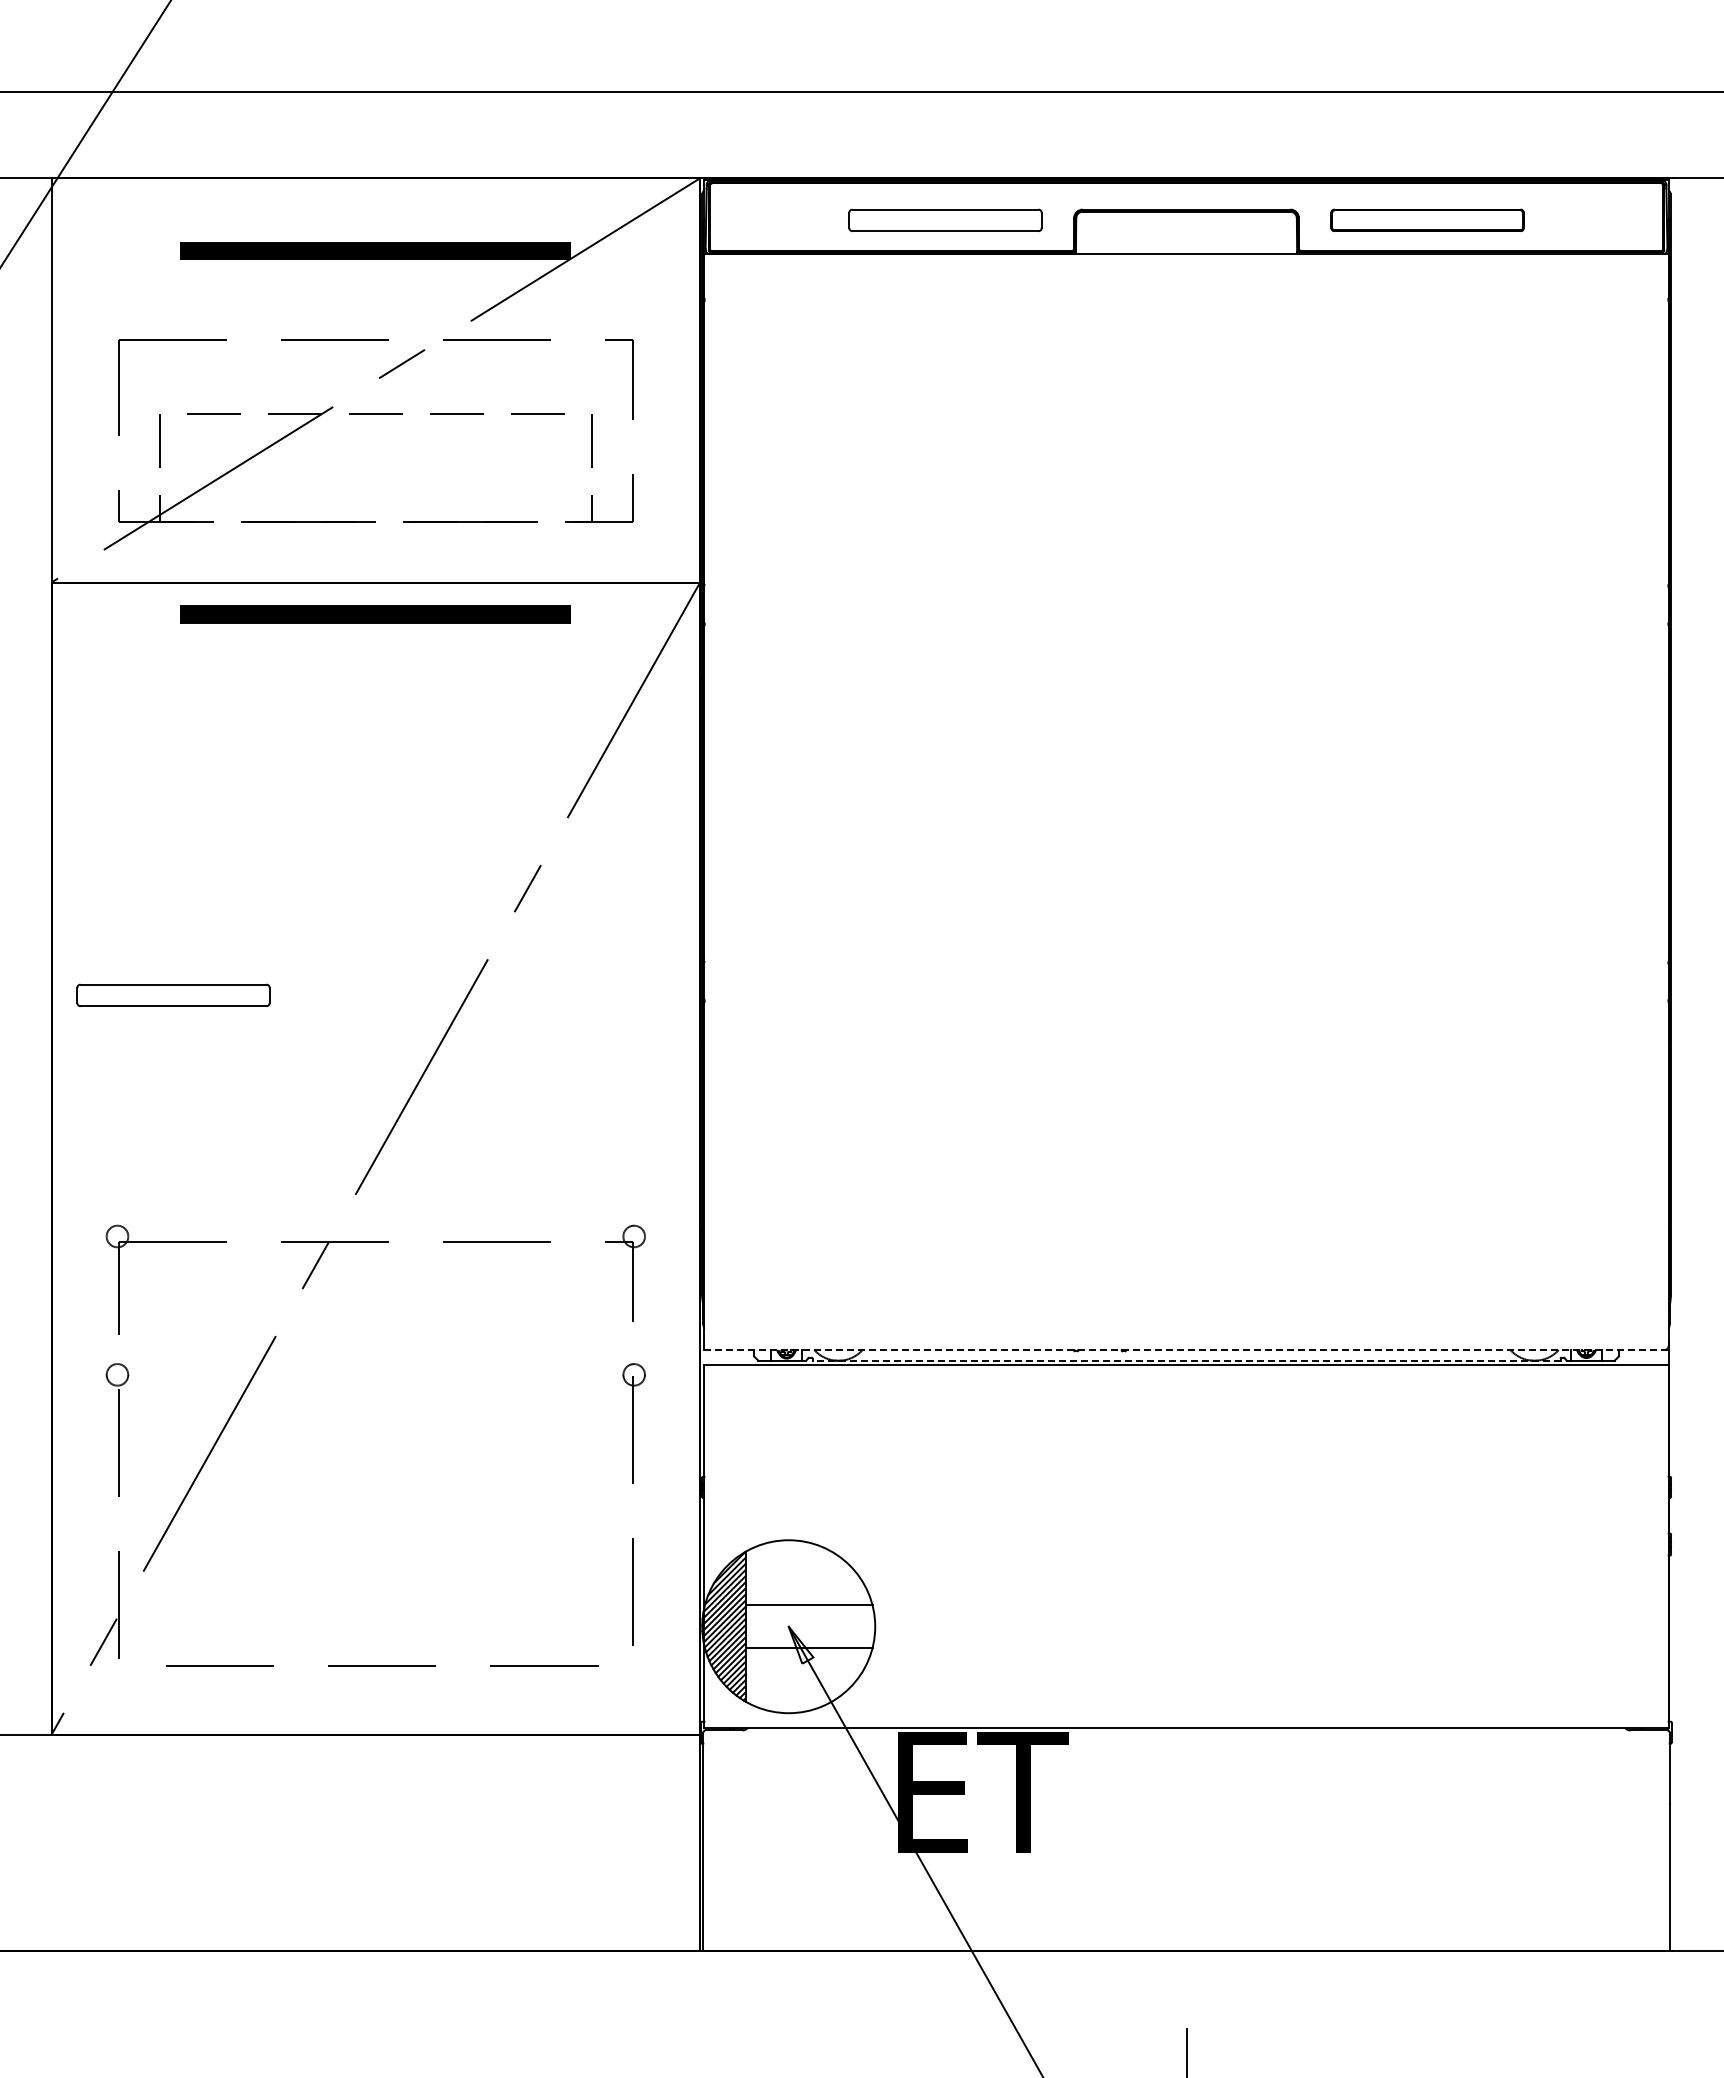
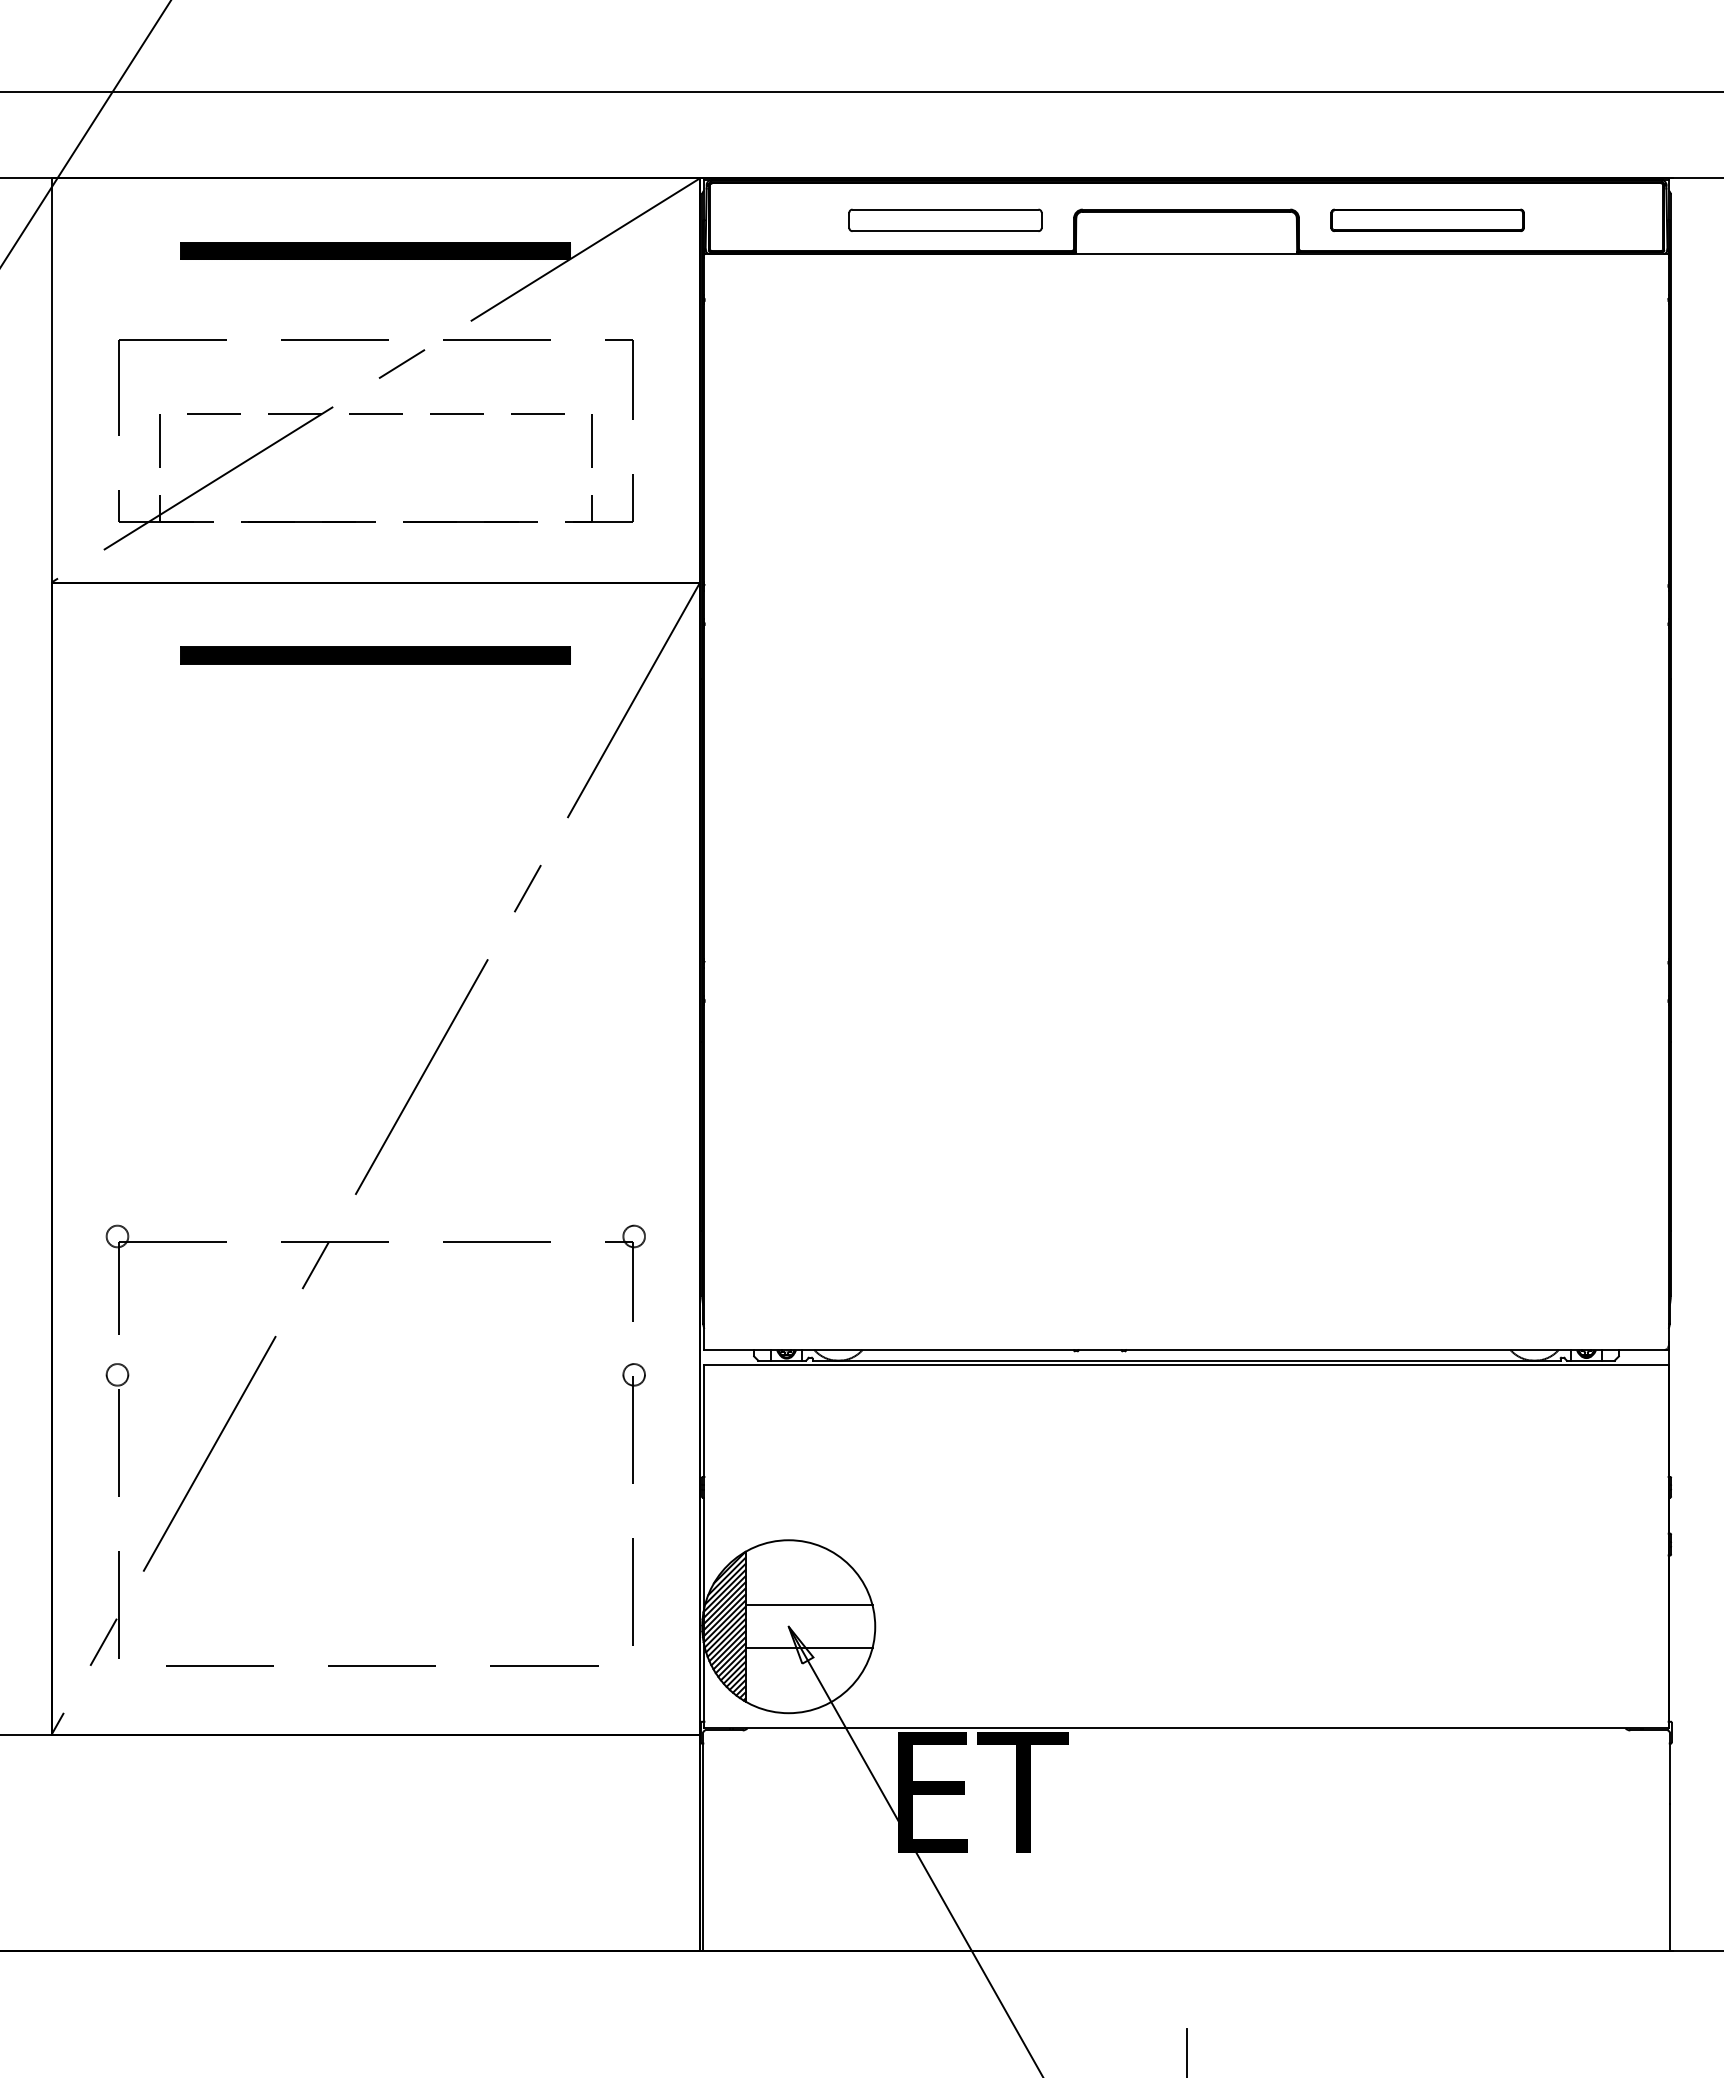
part at (375, 614) position: (375, 614) -> (375, 655)
part at (173, 994): present -> none
line at (1187, 1350): dashed -> solid
line at (1186, 1360): dashed -> solid
